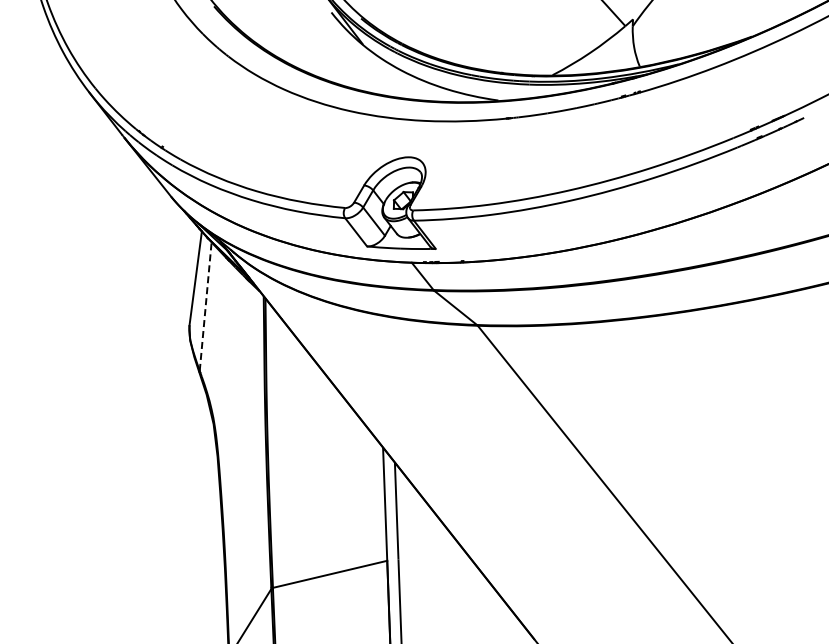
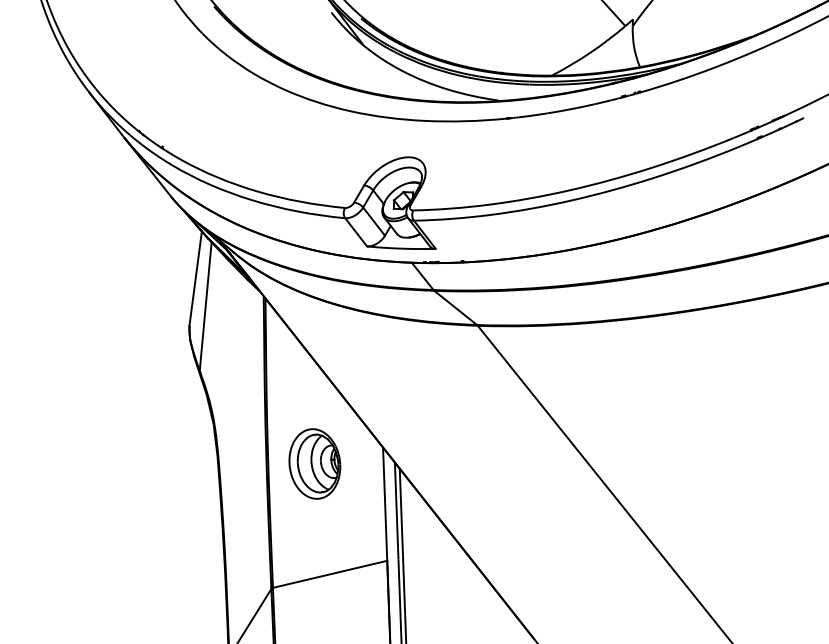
line at (205, 306): dashed -> solid
part at (314, 463): none -> present
line at (402, 554): none -> present
